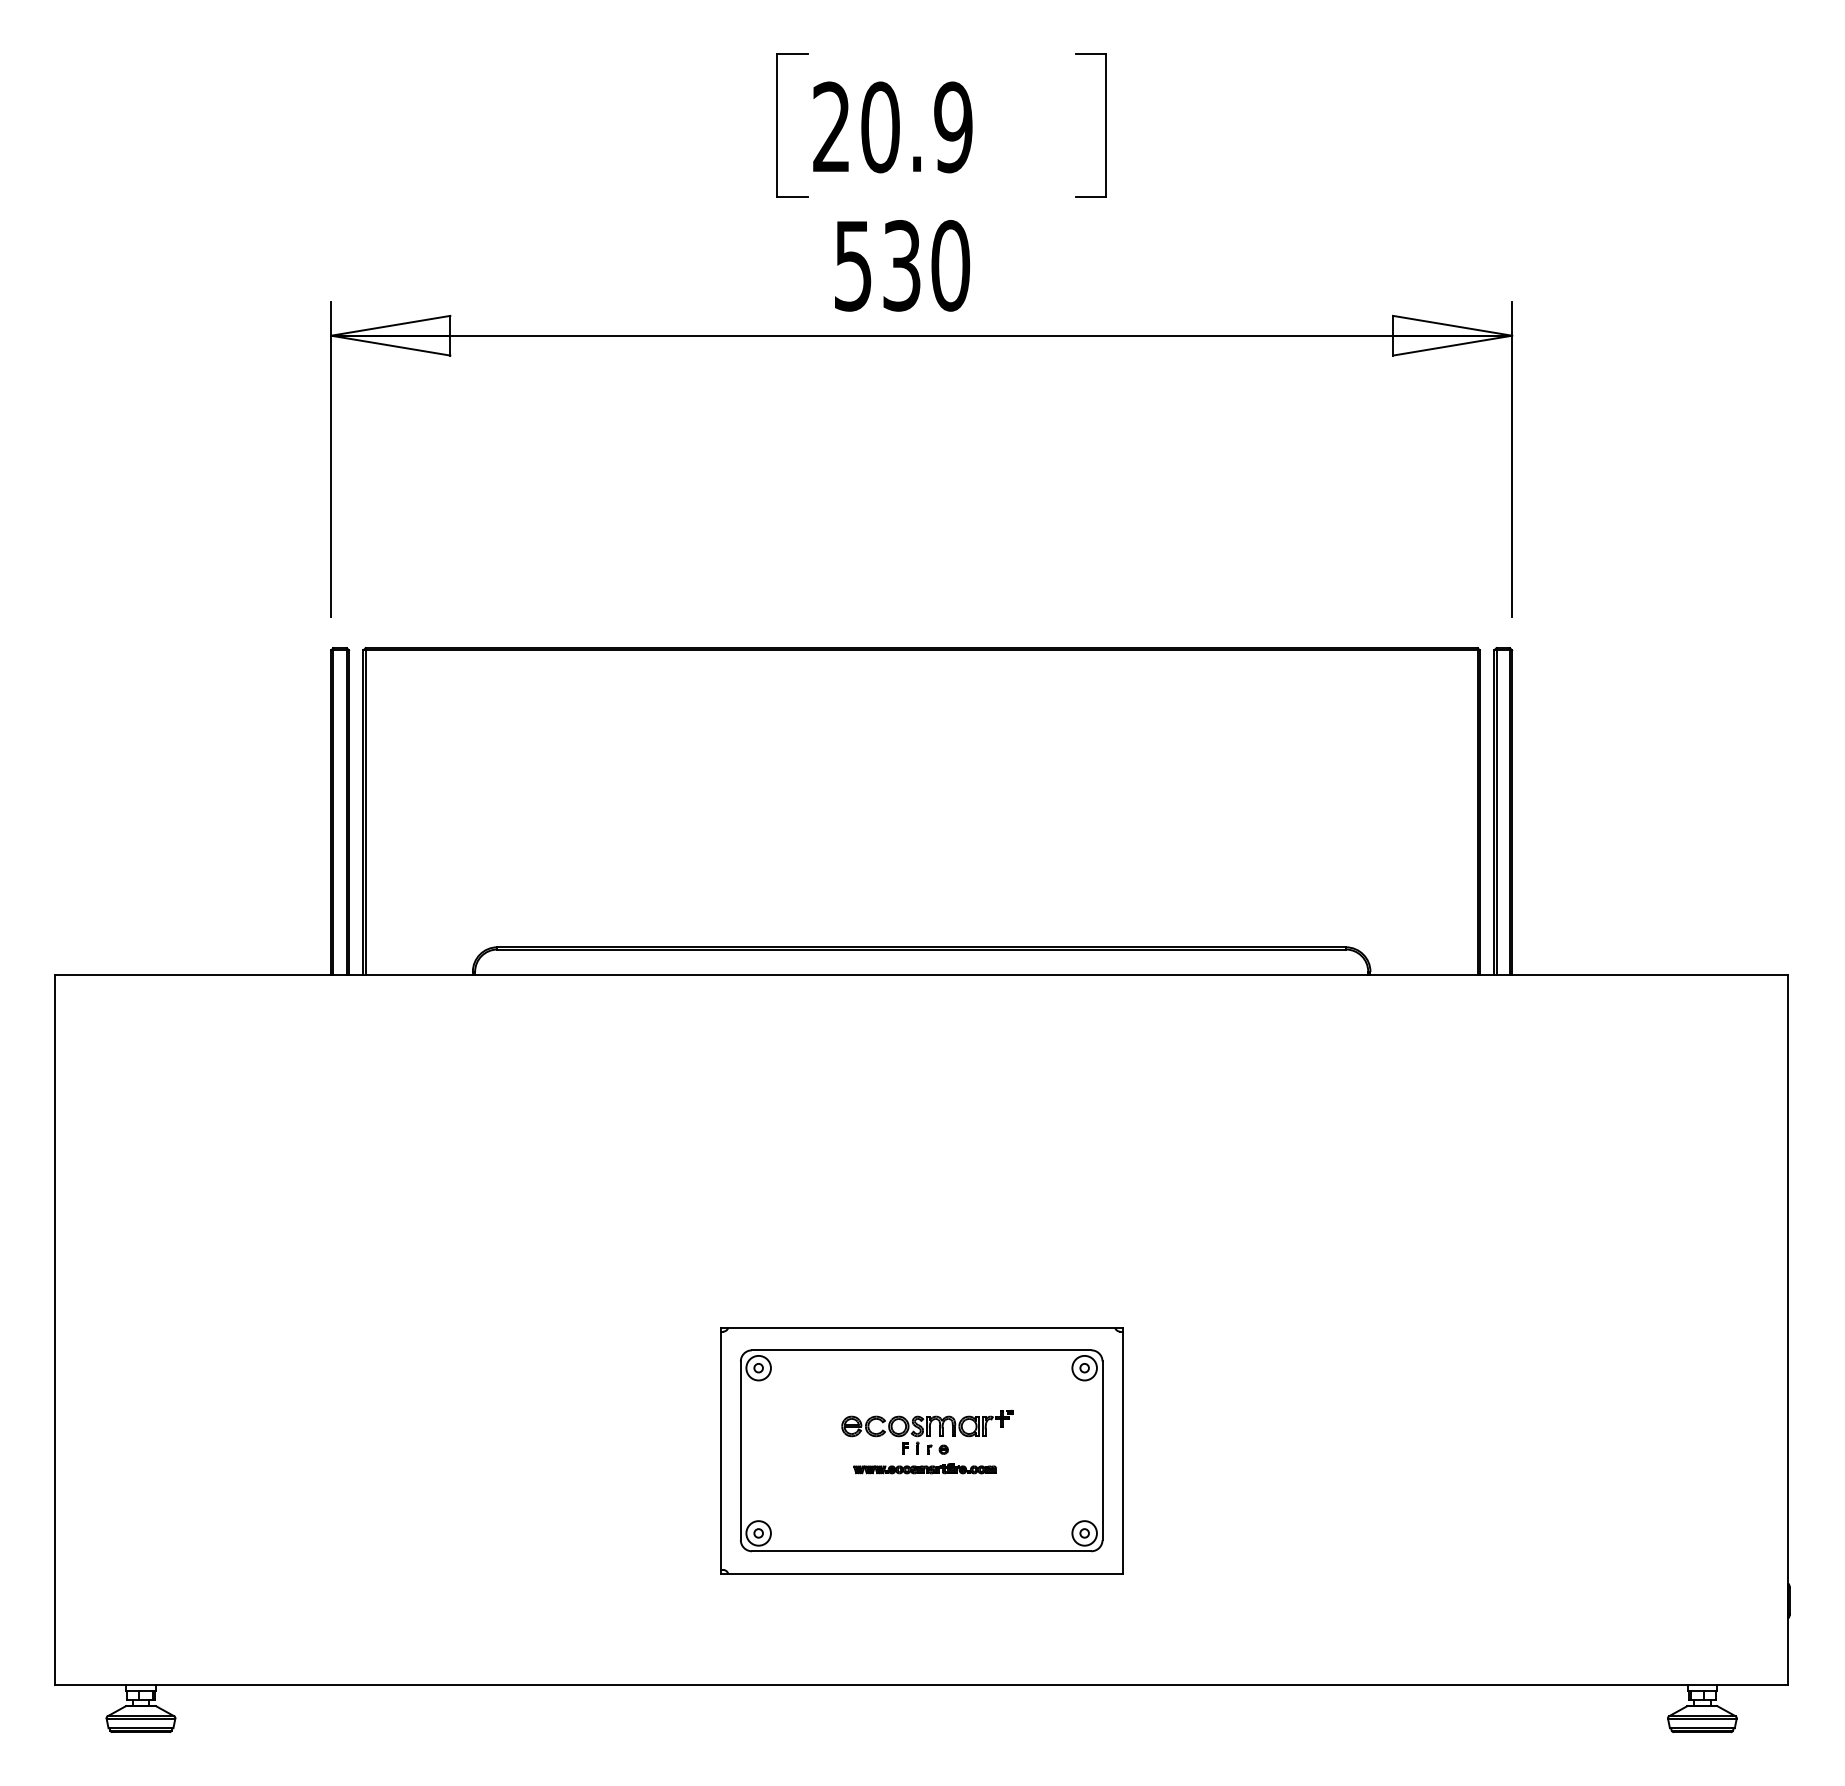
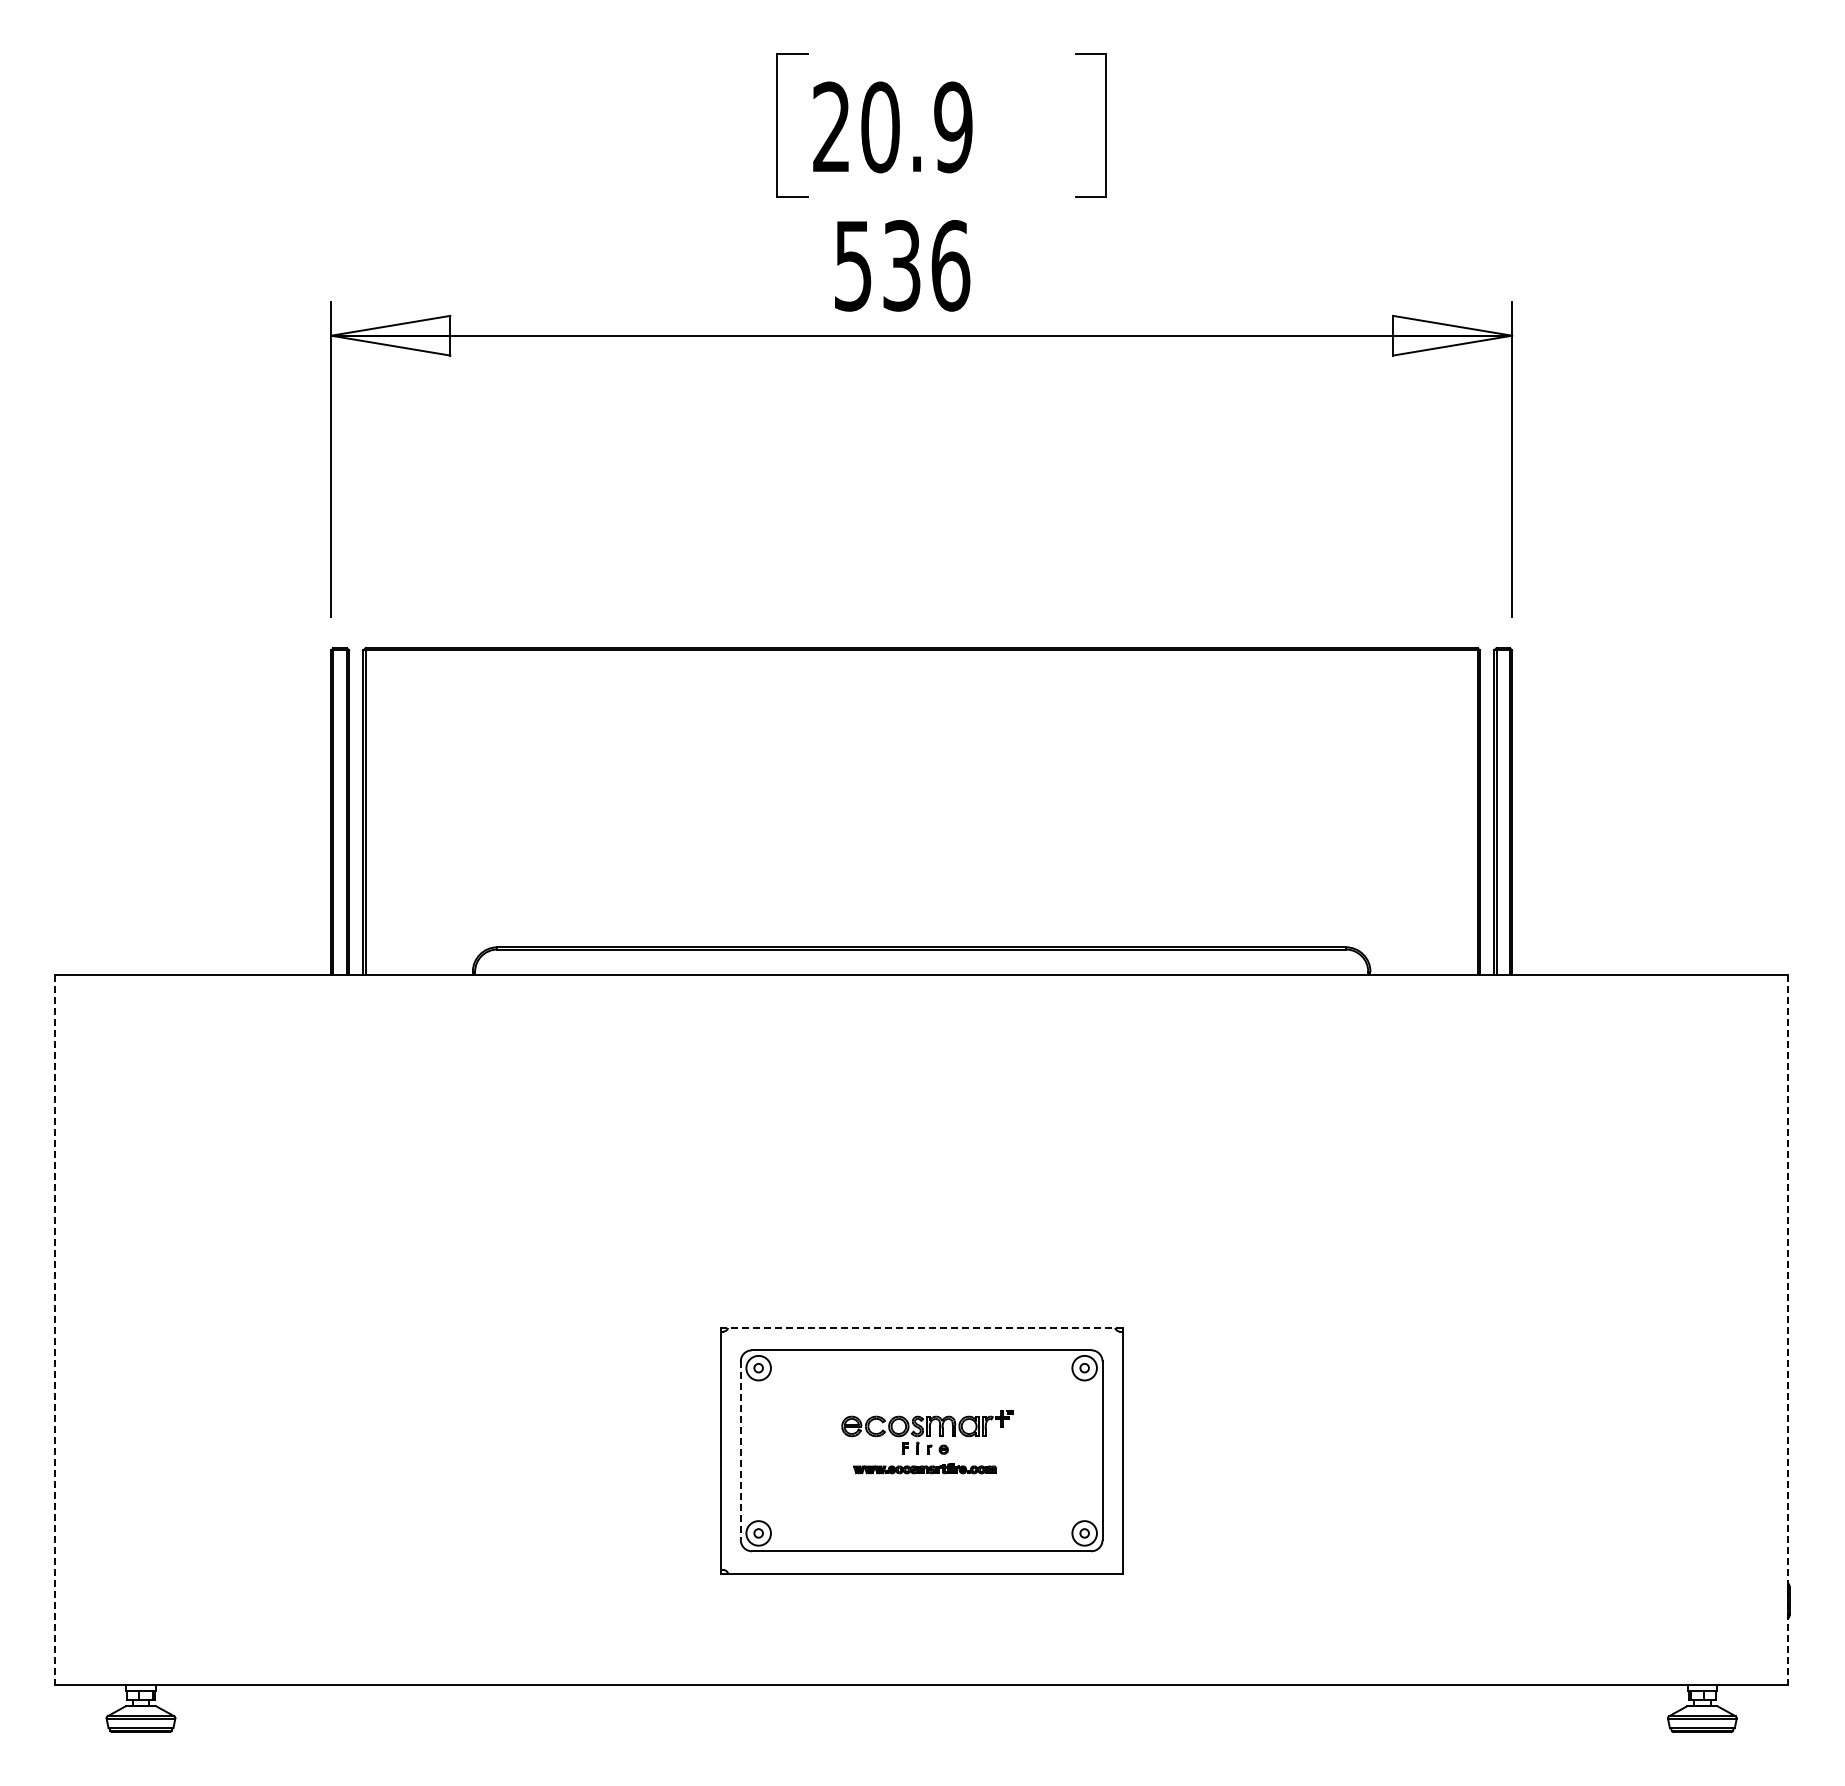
text at (950, 265): 530 -> 536
line at (921, 1327): solid -> dashed
line at (55, 1330): solid -> dashed
line at (1788, 1330): solid -> dashed
line at (740, 1451): solid -> dashed
